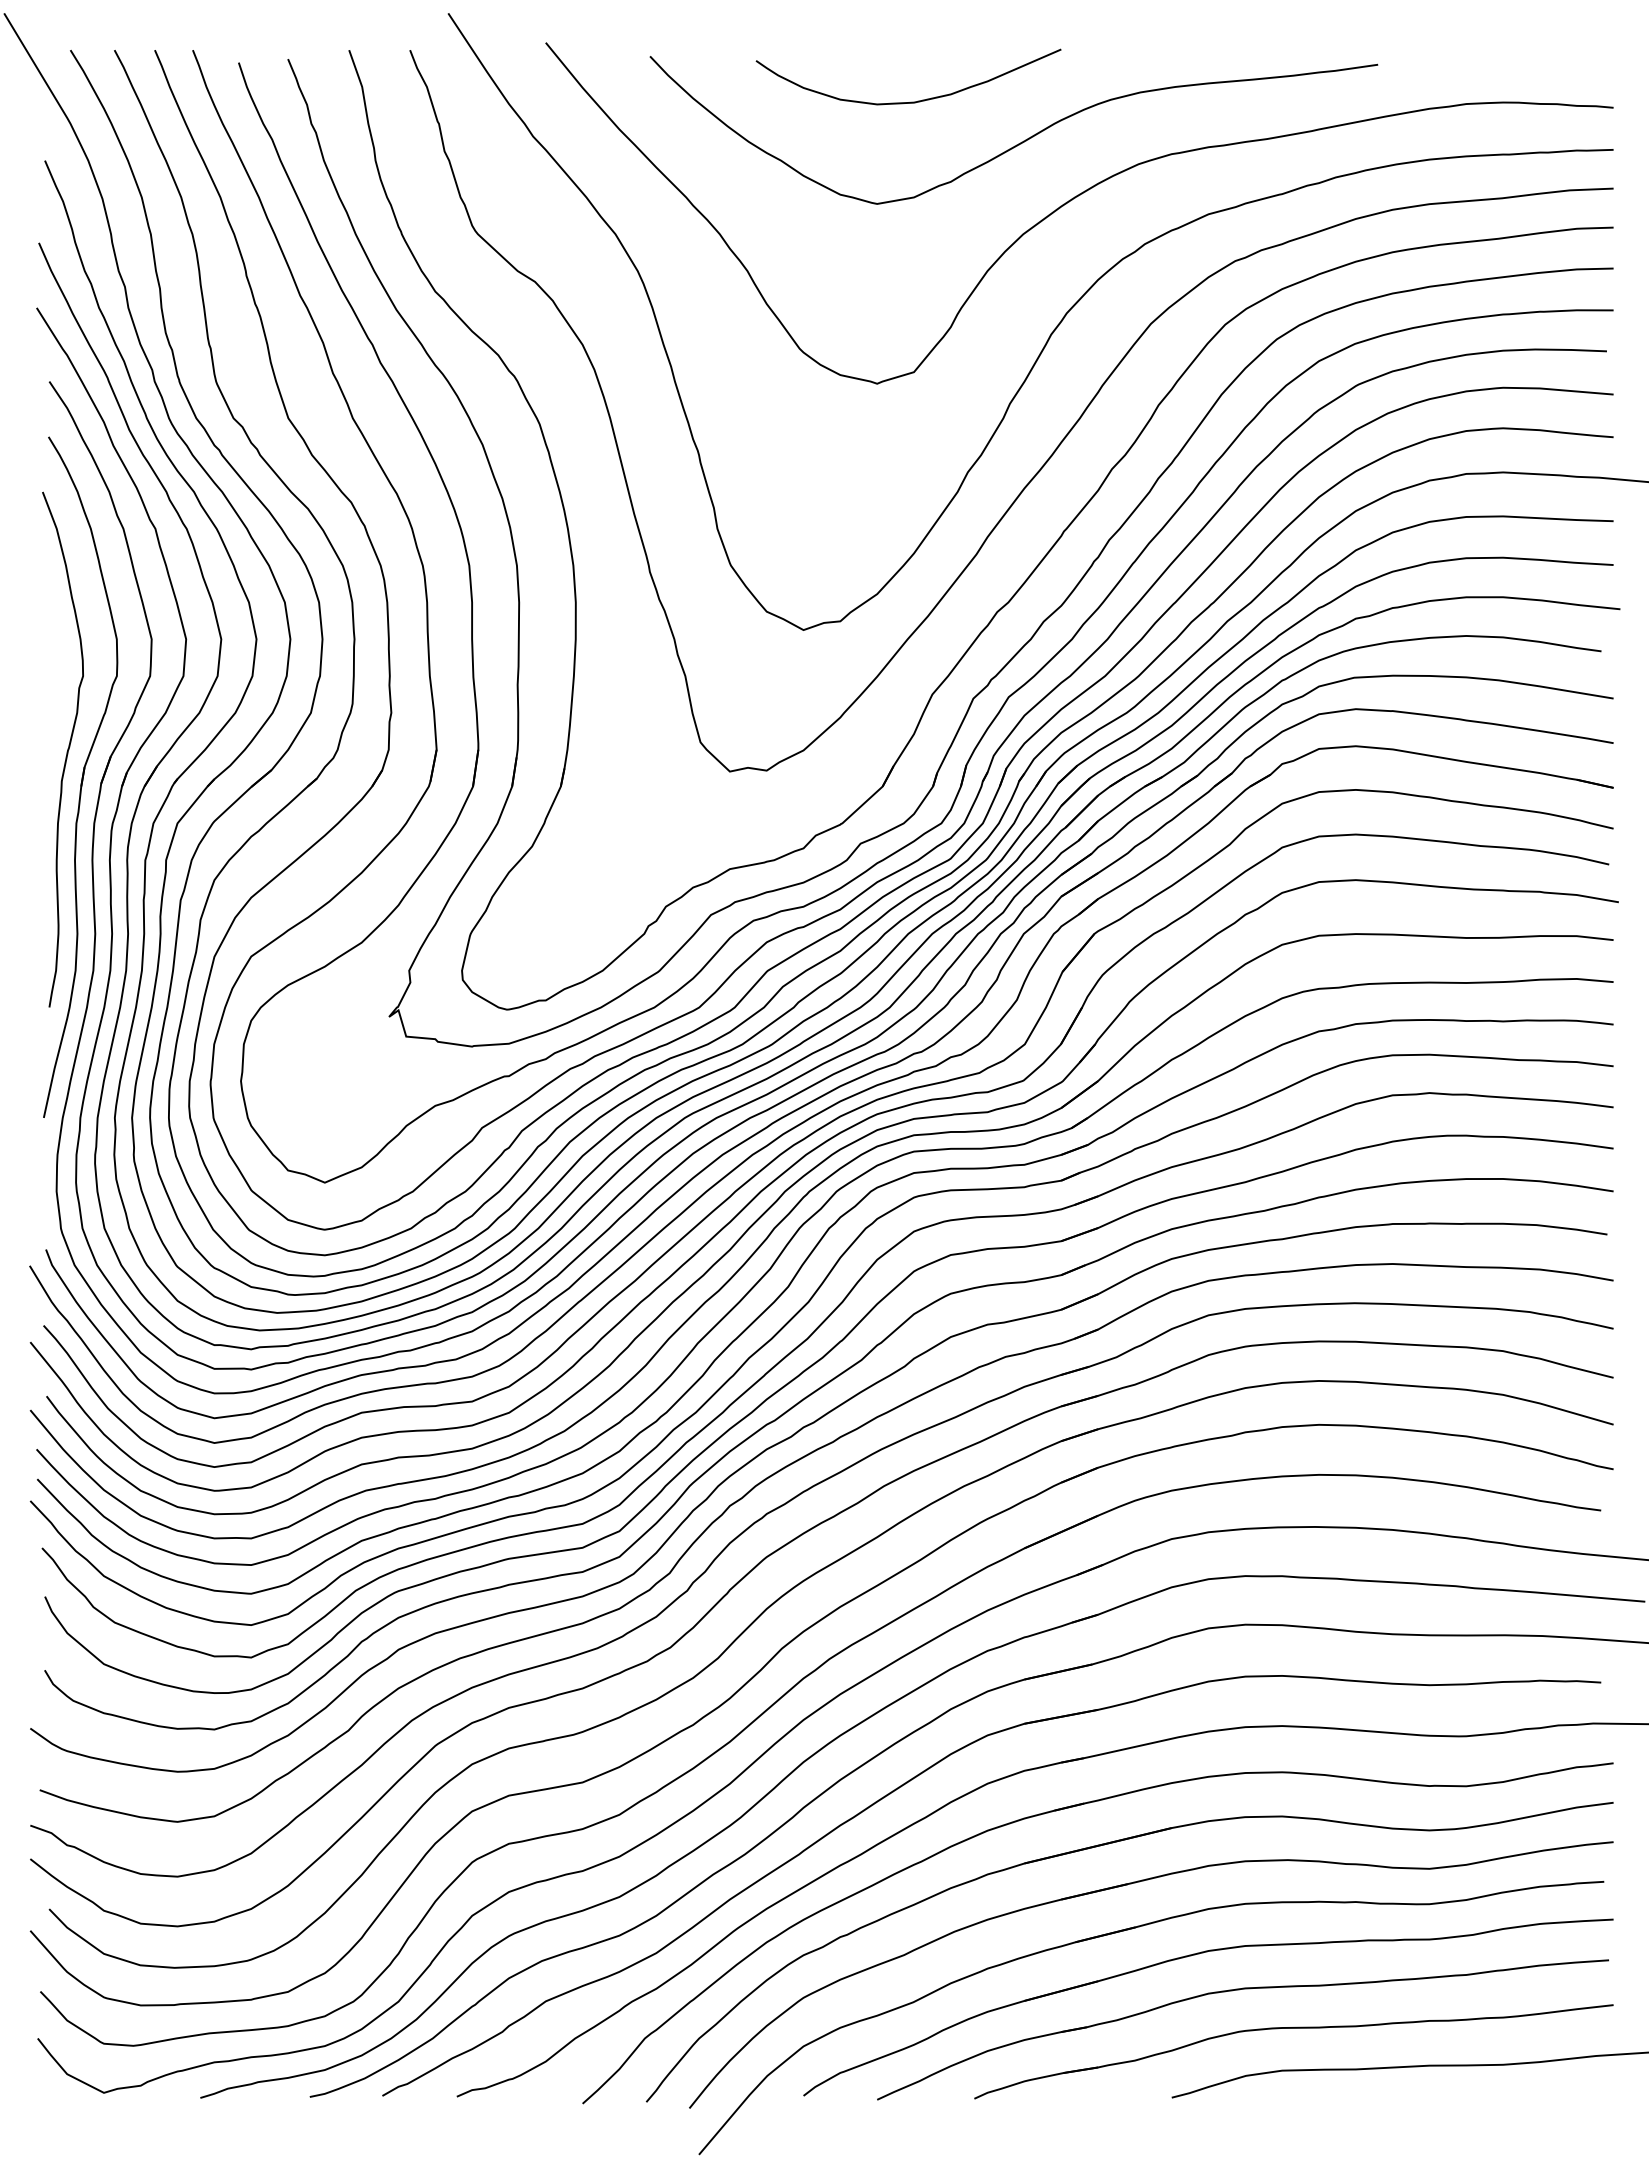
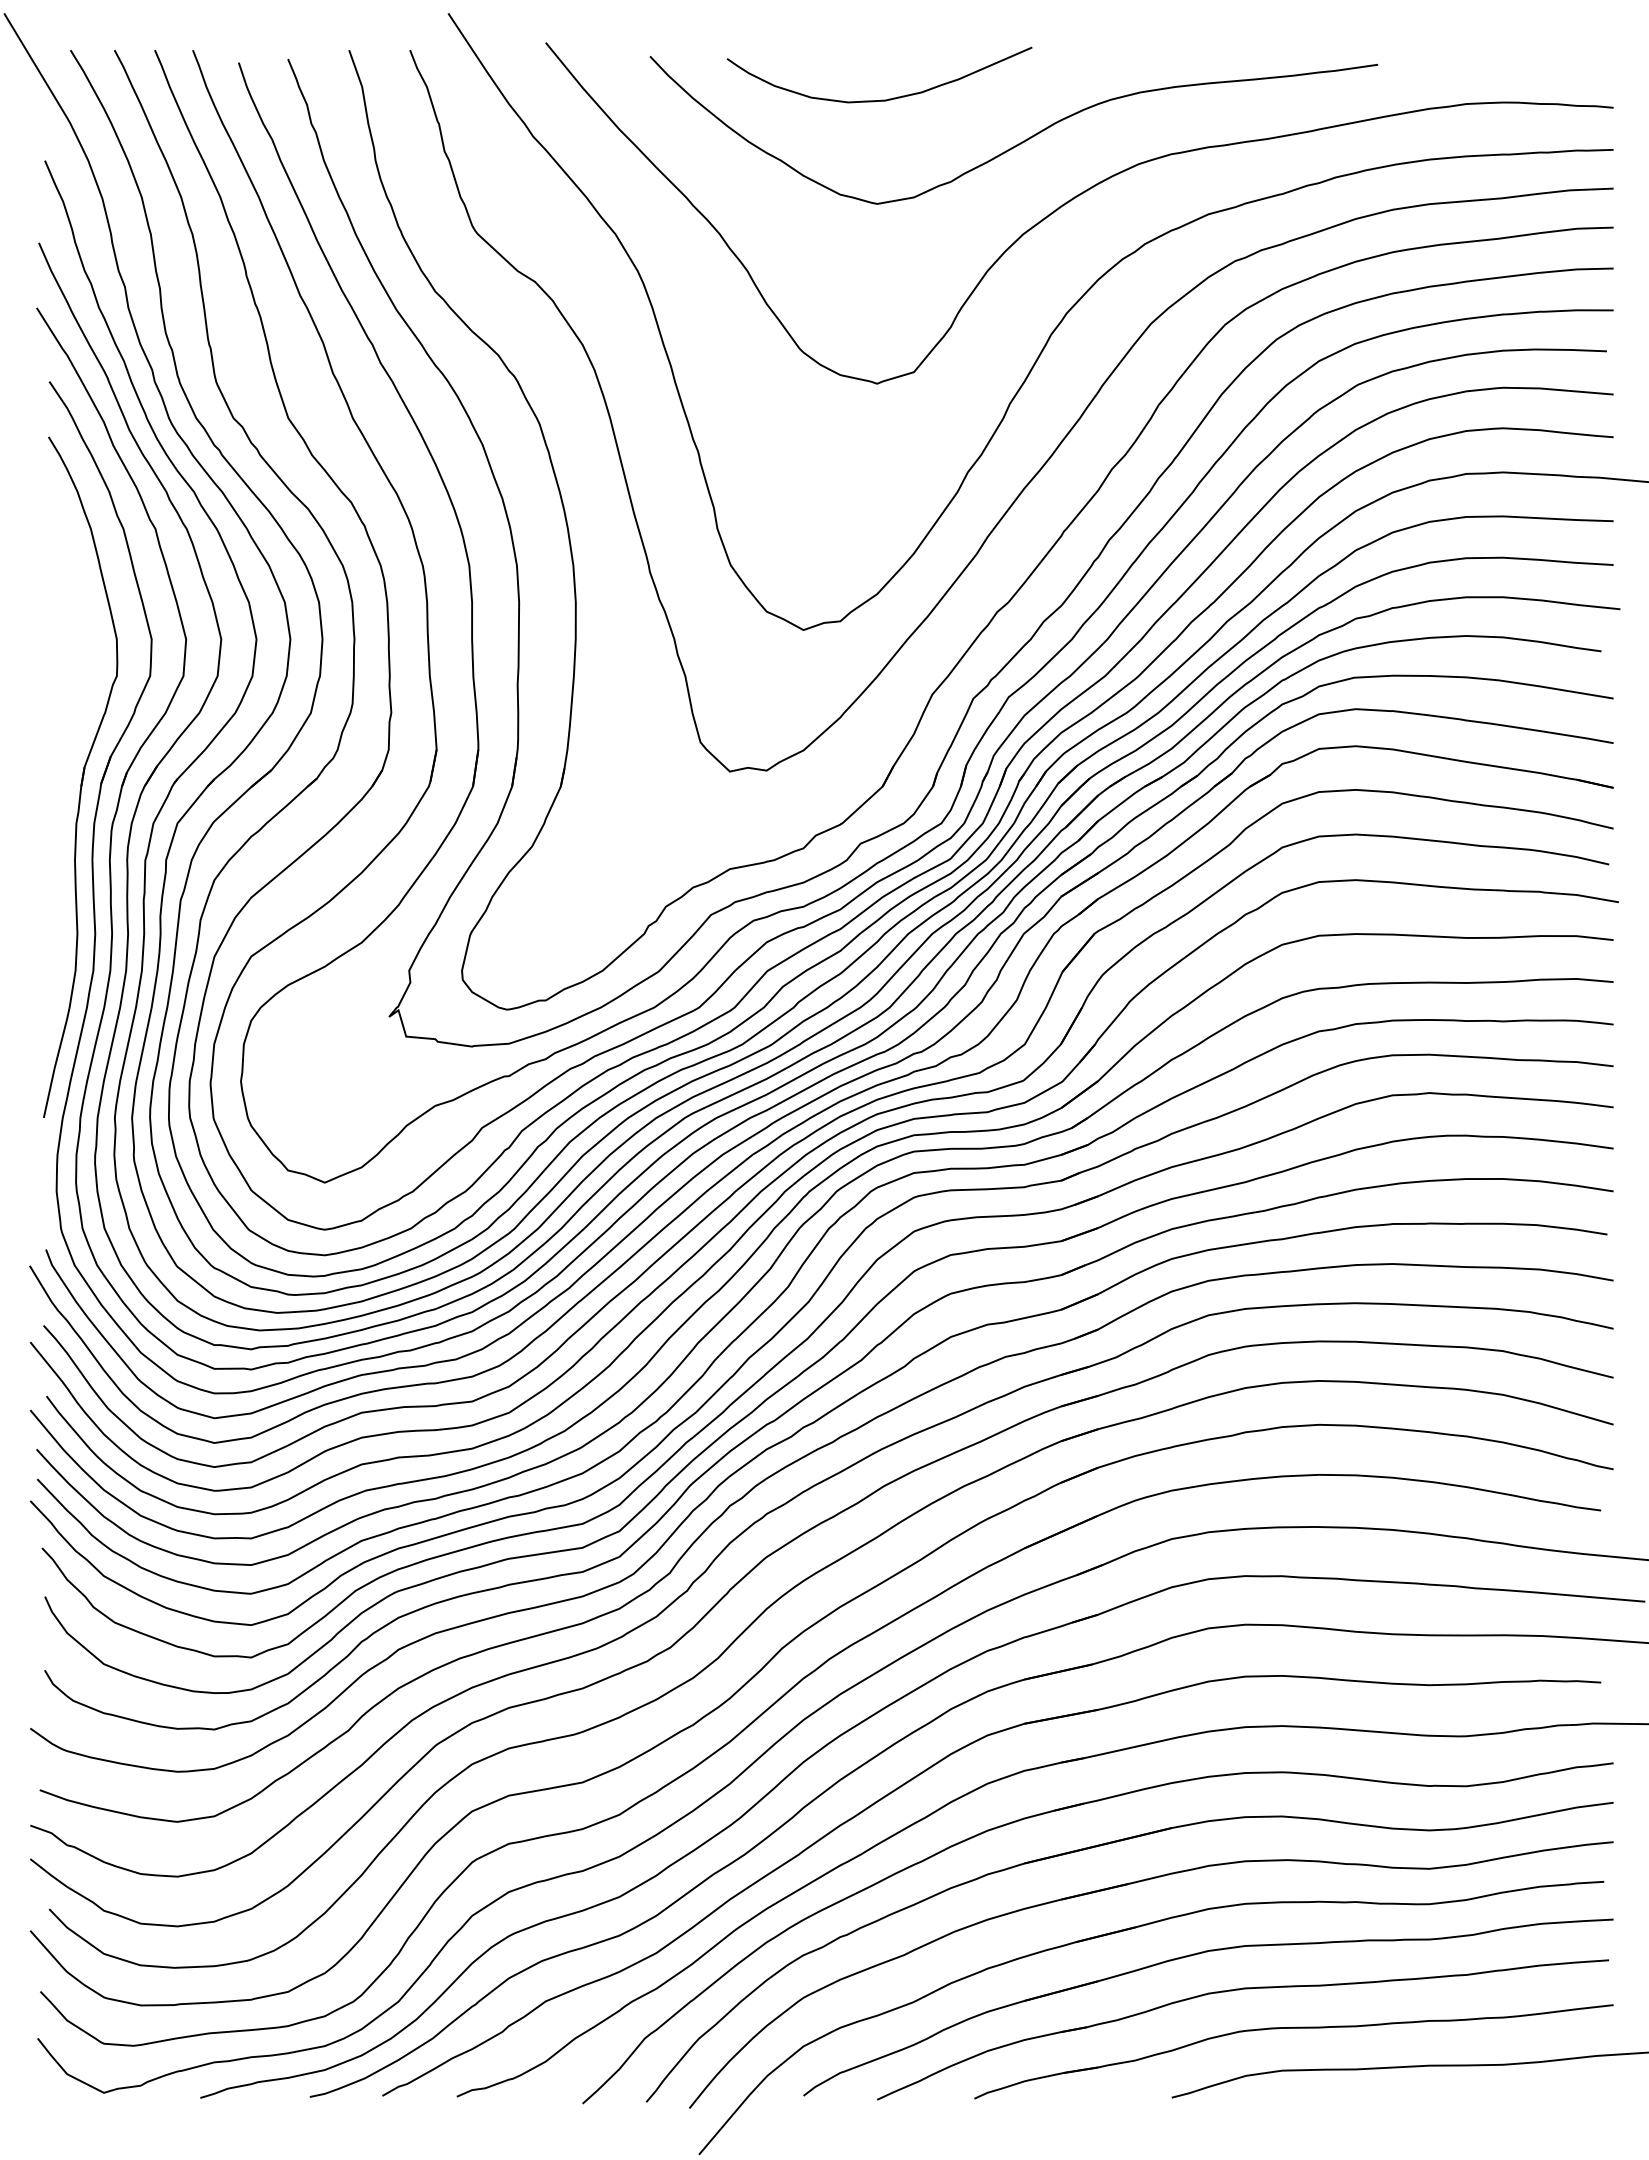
curve at (910, 101) position: (910, 101) -> (881, 99)
curve at (66, 751): present -> none
